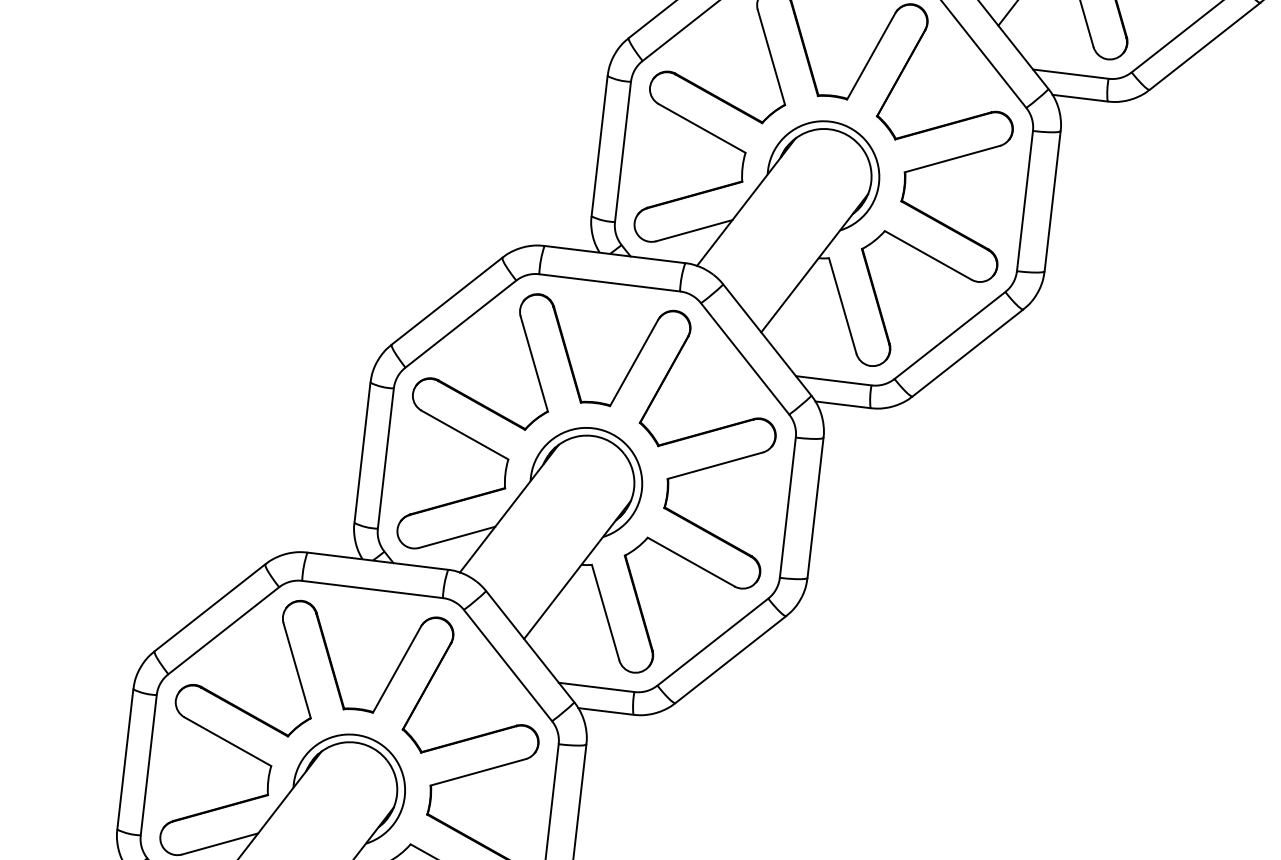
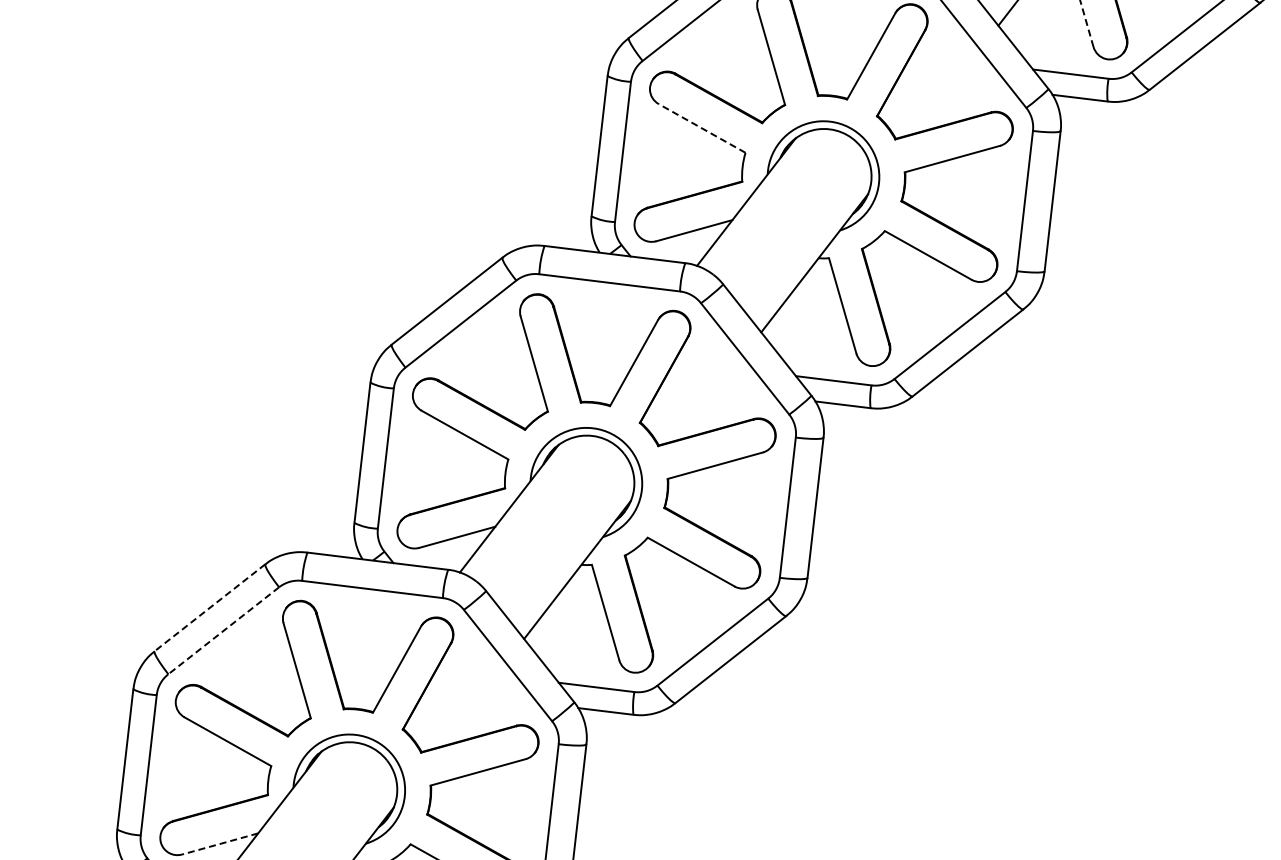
line at (1086, 23): solid -> dashed
line at (702, 128): solid -> dashed
line at (209, 608): solid -> dashed
line at (223, 631): solid -> dashed
line at (219, 844): solid -> dashed
